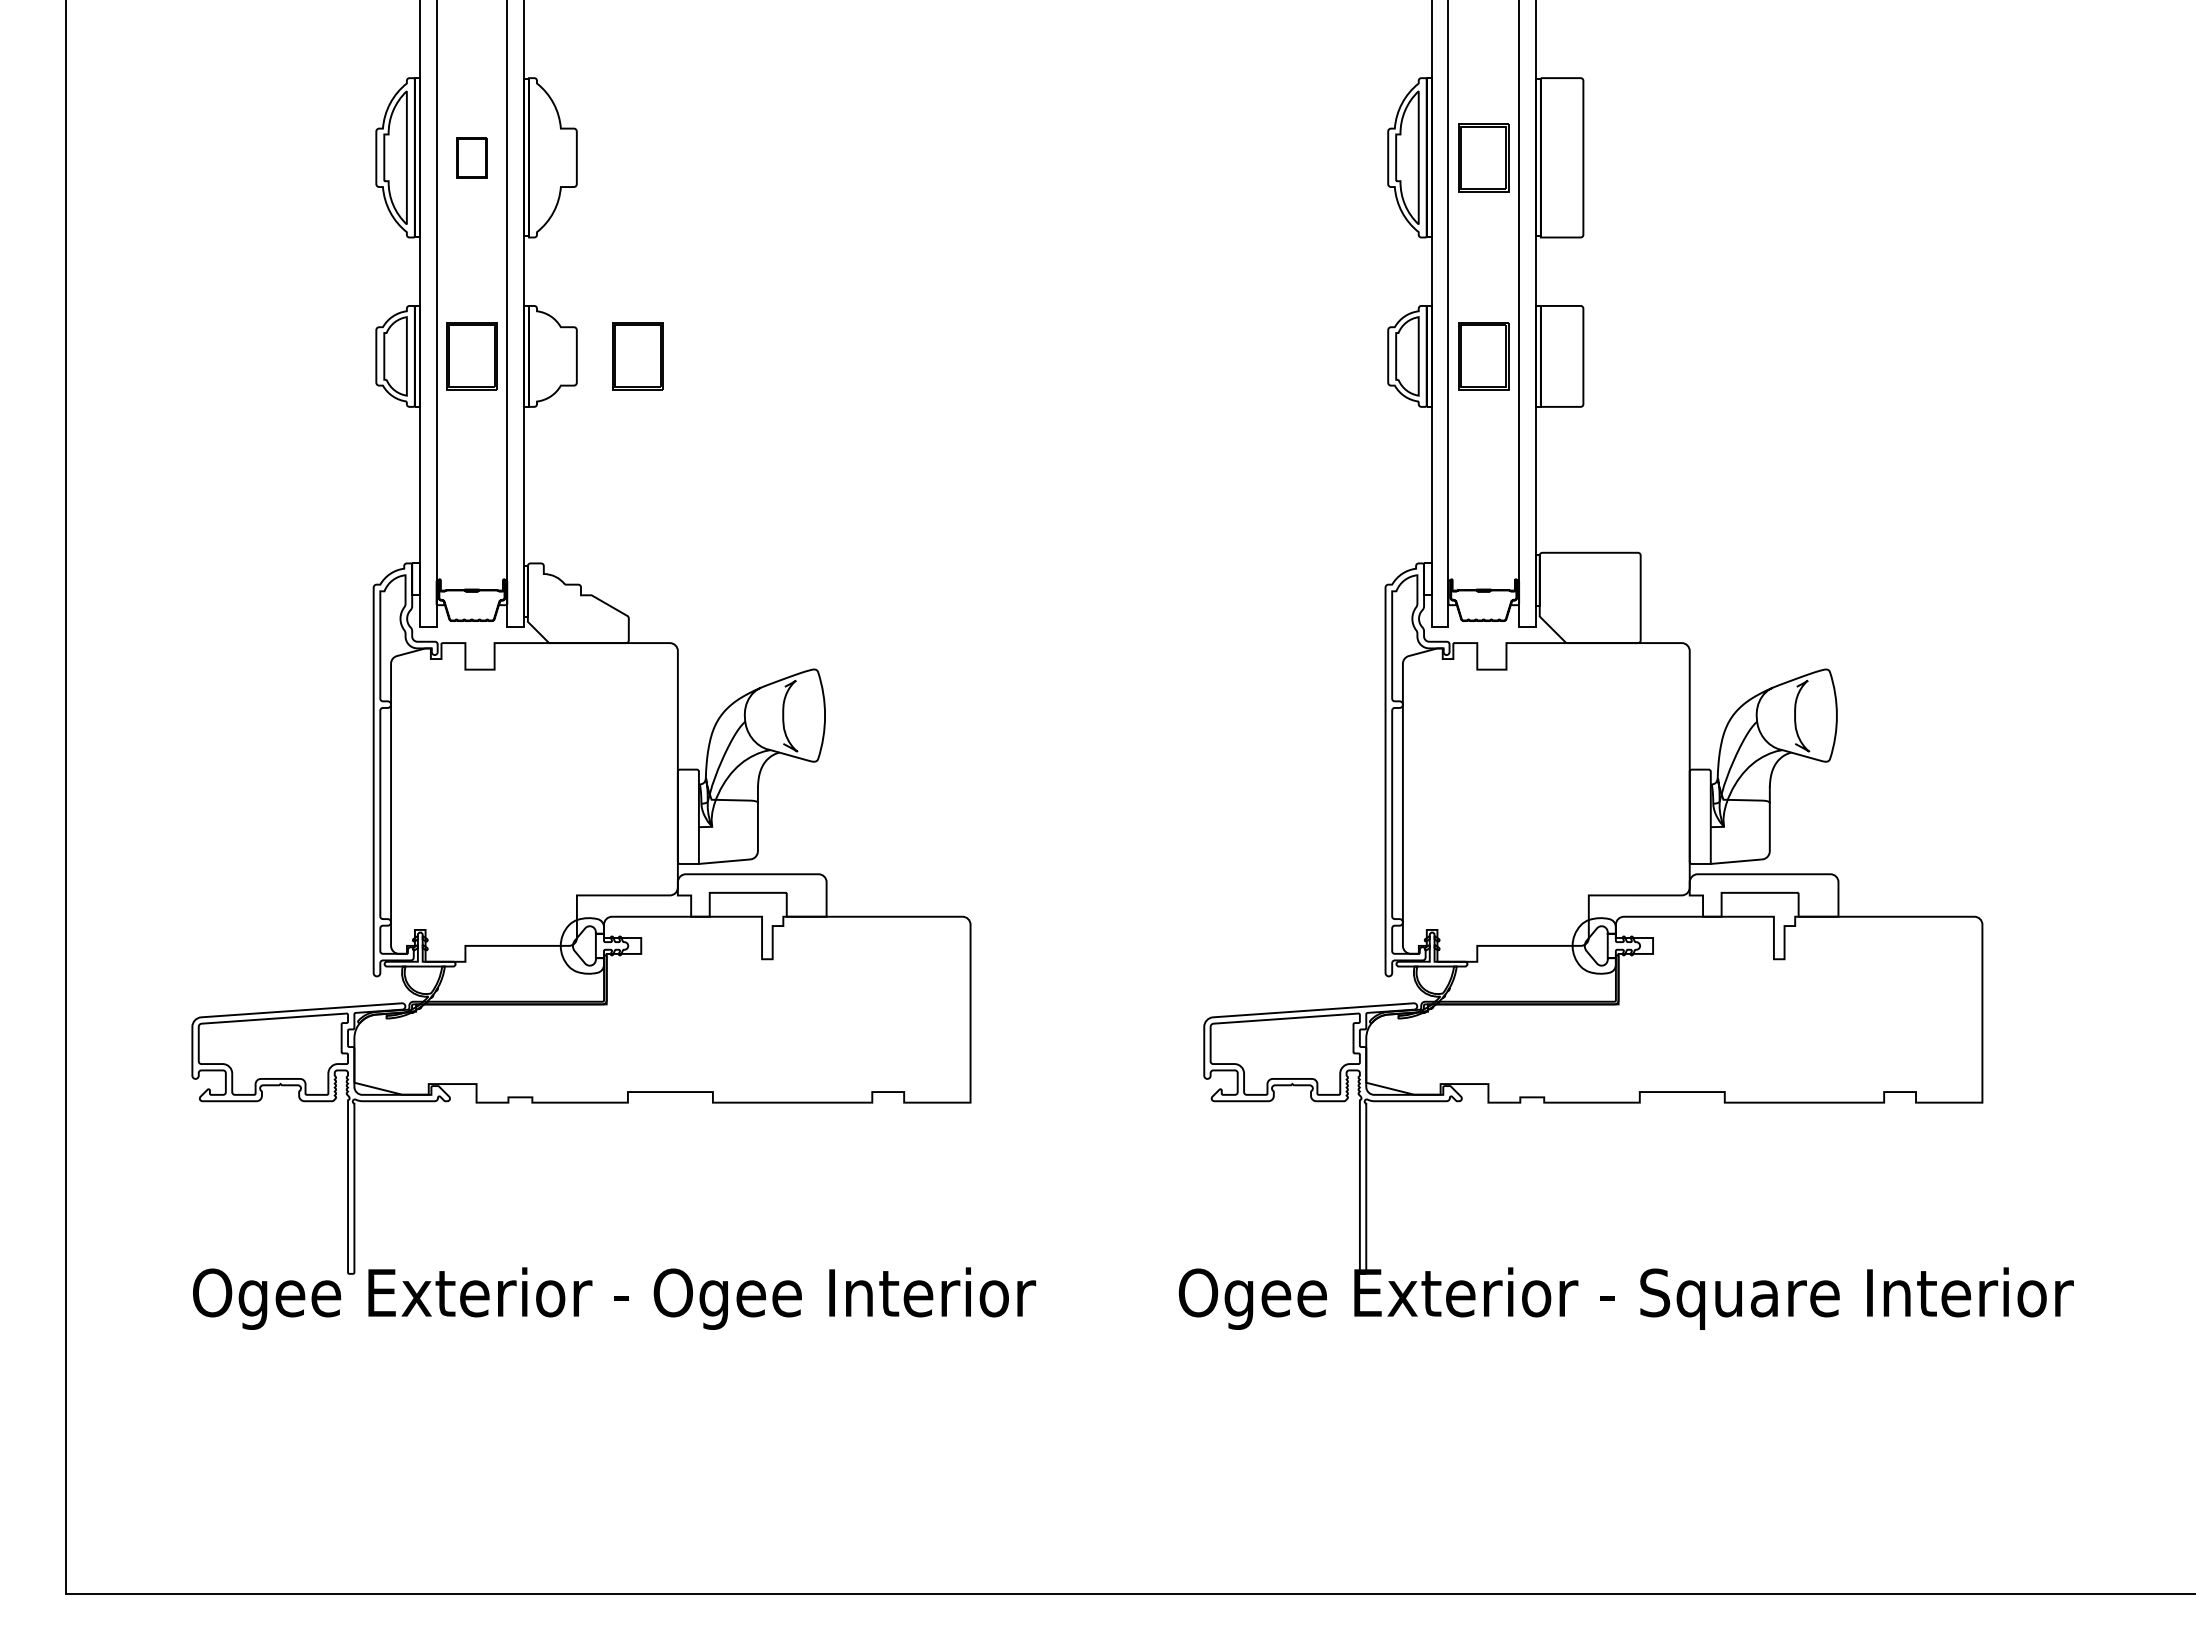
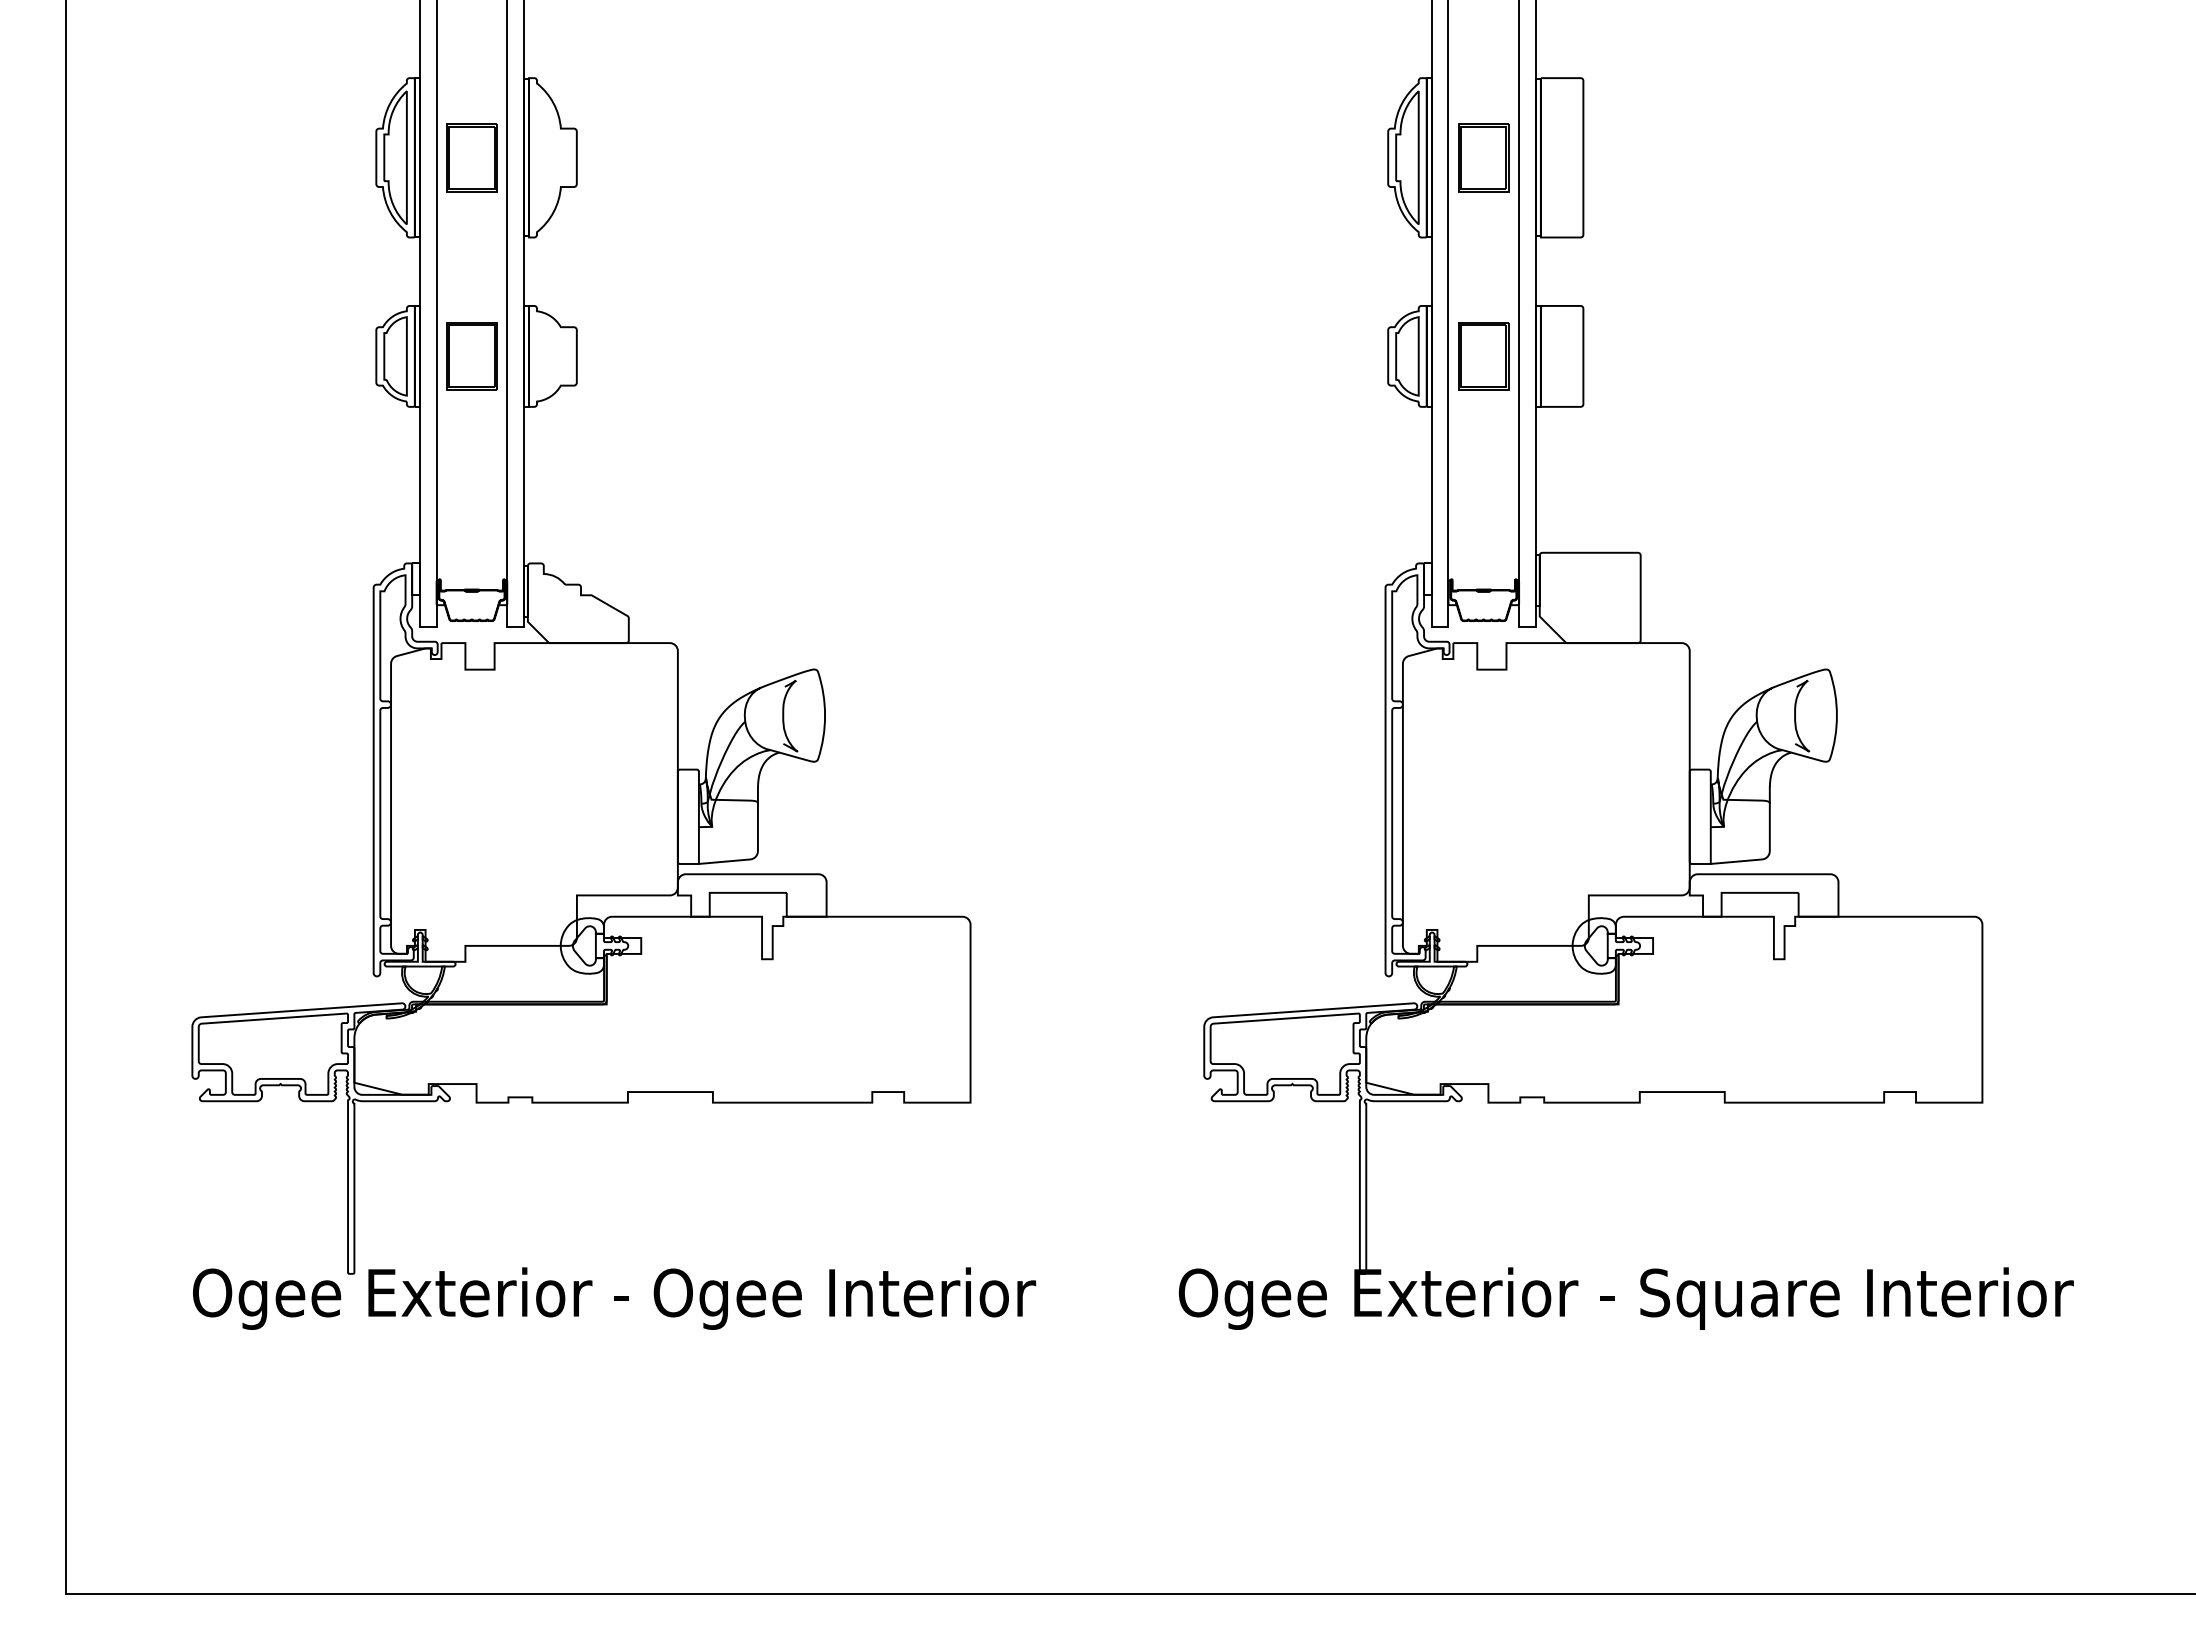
part at (471, 157) size: 32x42 px -> 52x70 px
part at (637, 356): present -> none
